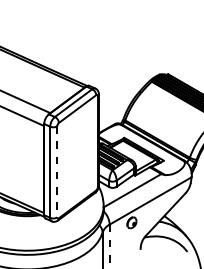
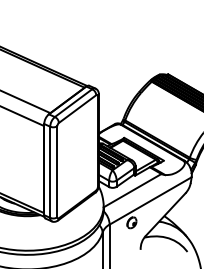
line at (57, 171): dashed -> solid
line at (109, 246): dashed -> solid
